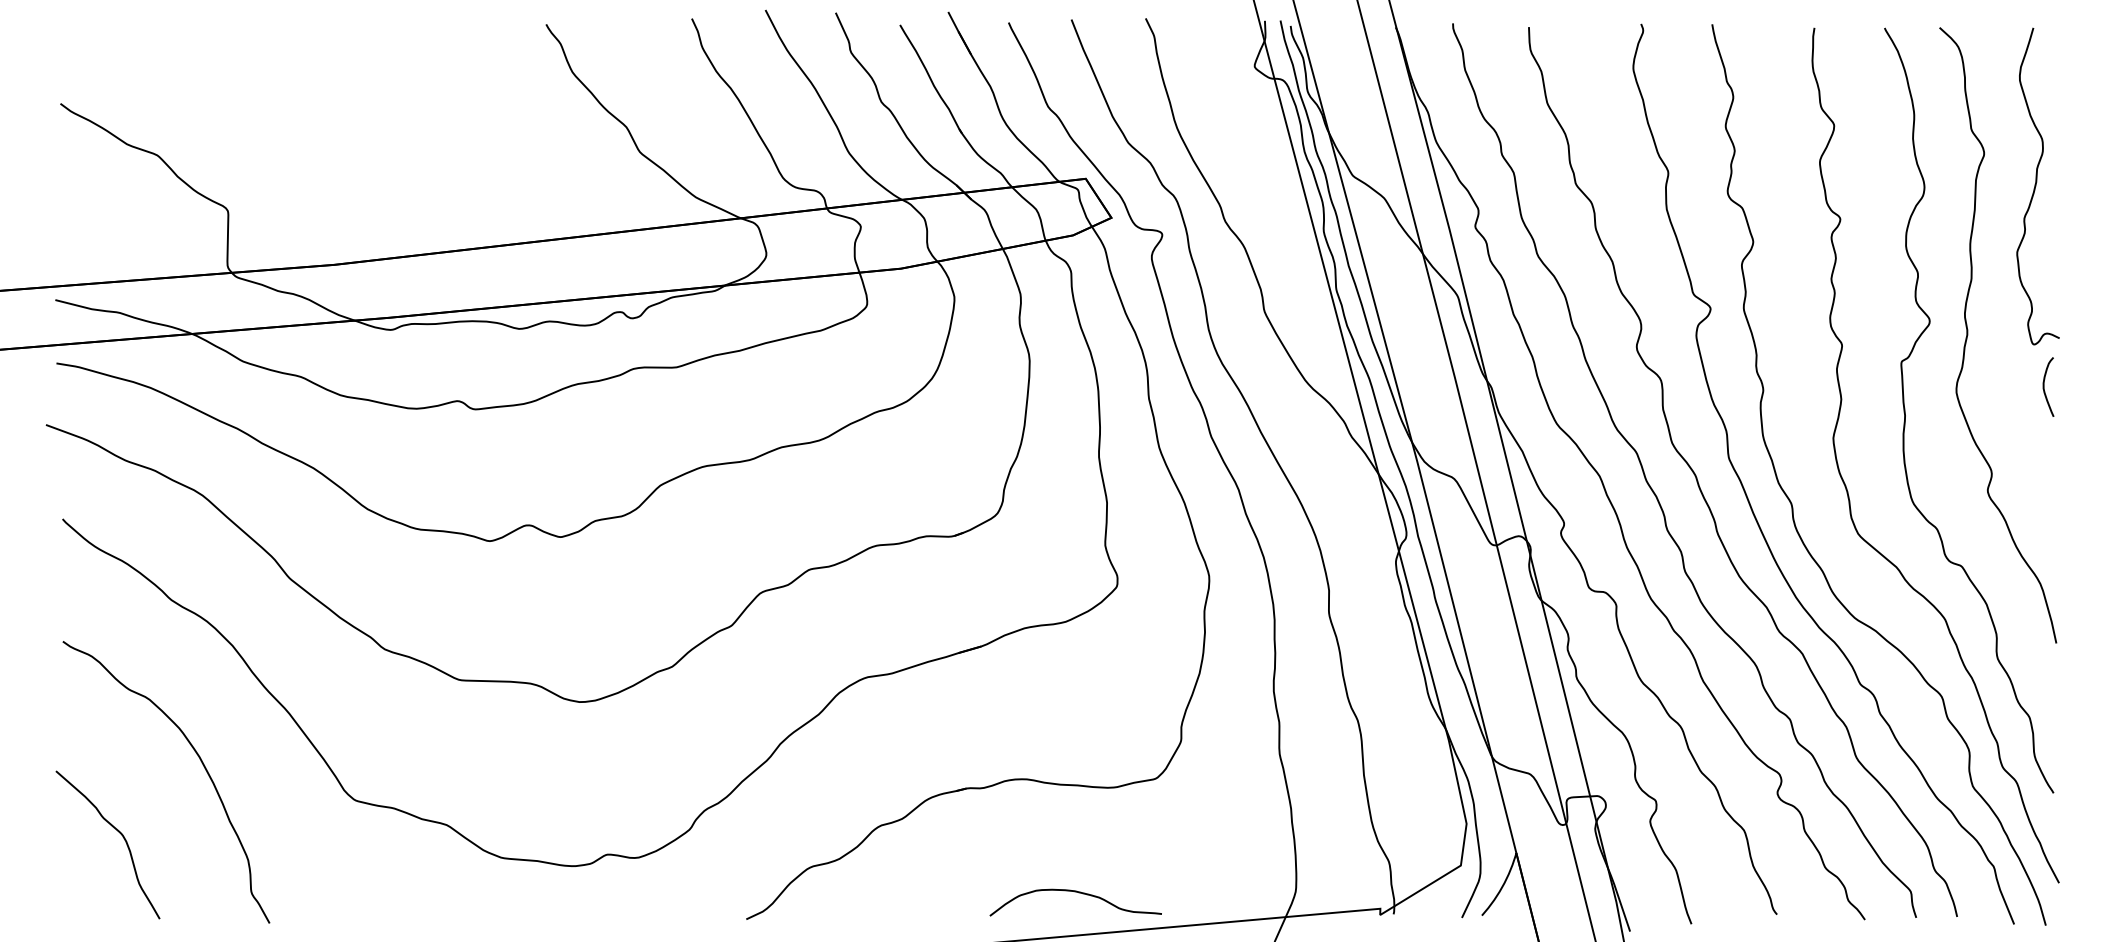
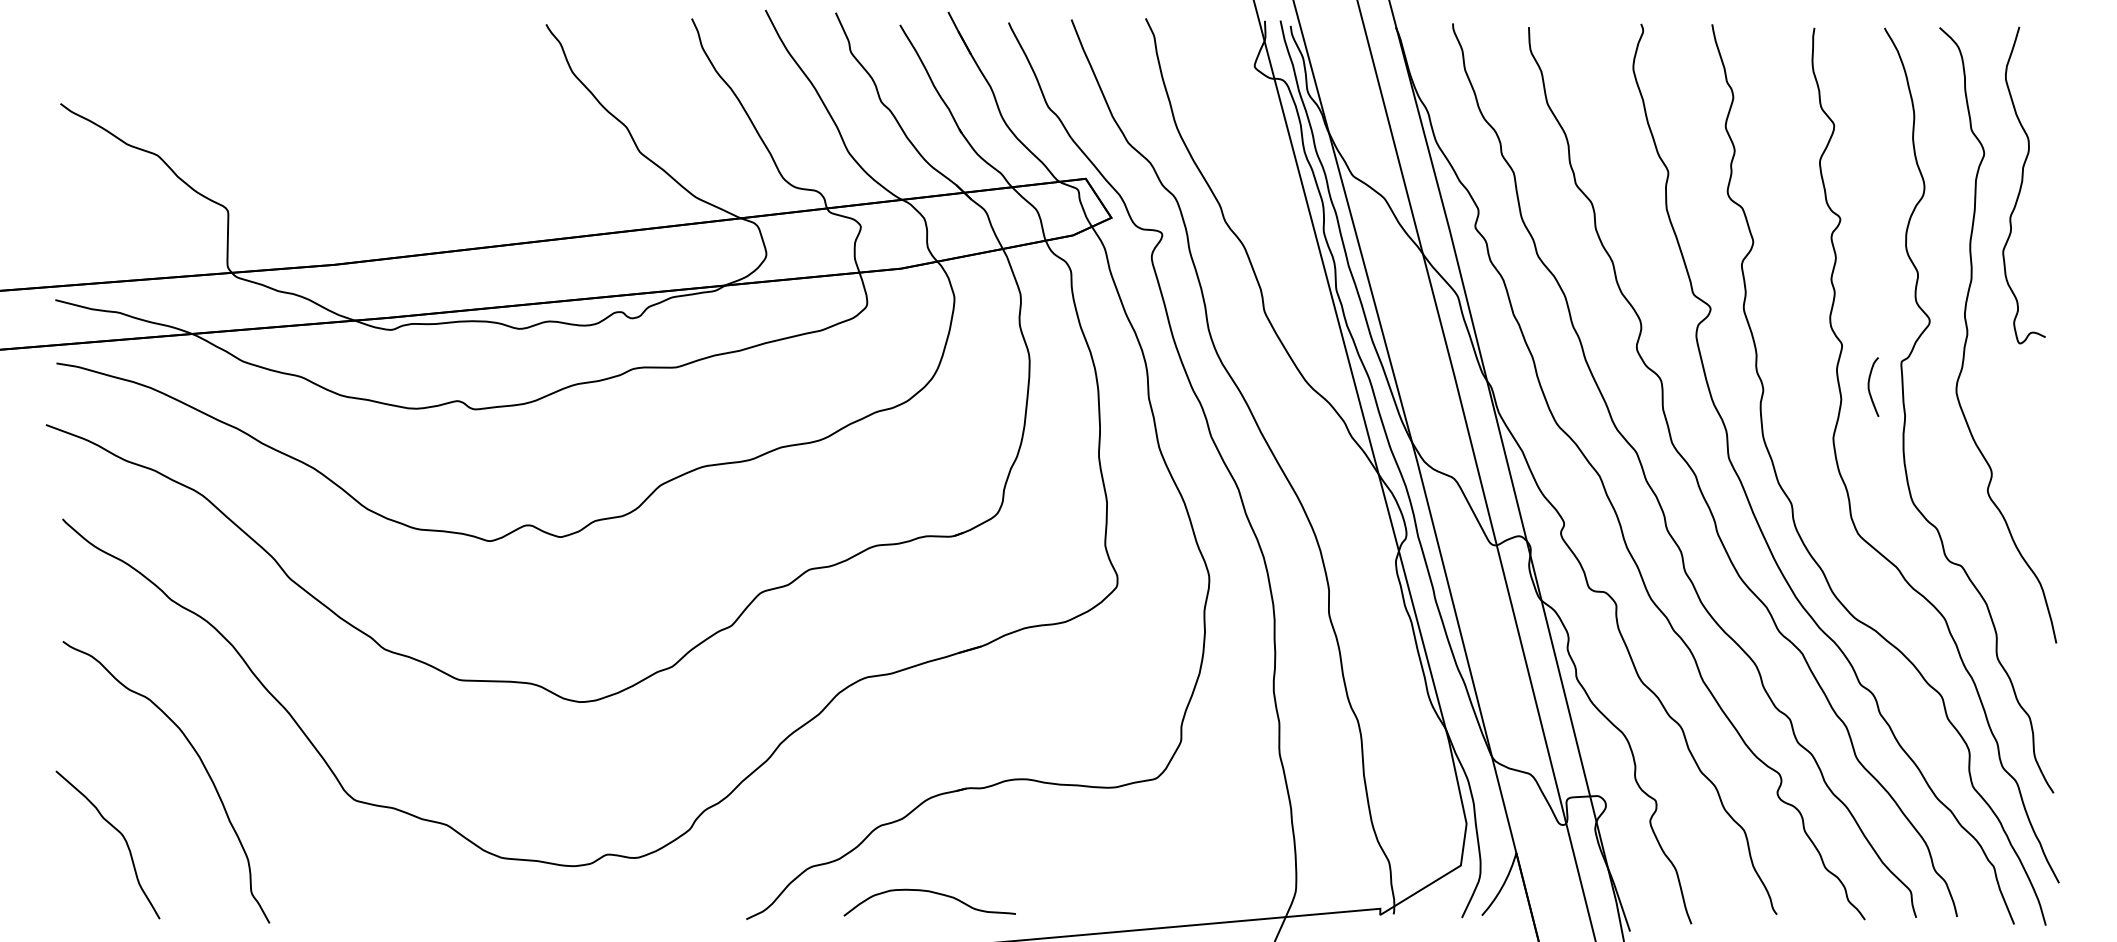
curve at (2036, 186) position: (2036, 186) -> (2022, 185)
curve at (2044, 386) position: (2044, 386) -> (1869, 386)
curve at (1078, 893) position: (1078, 893) -> (932, 893)
